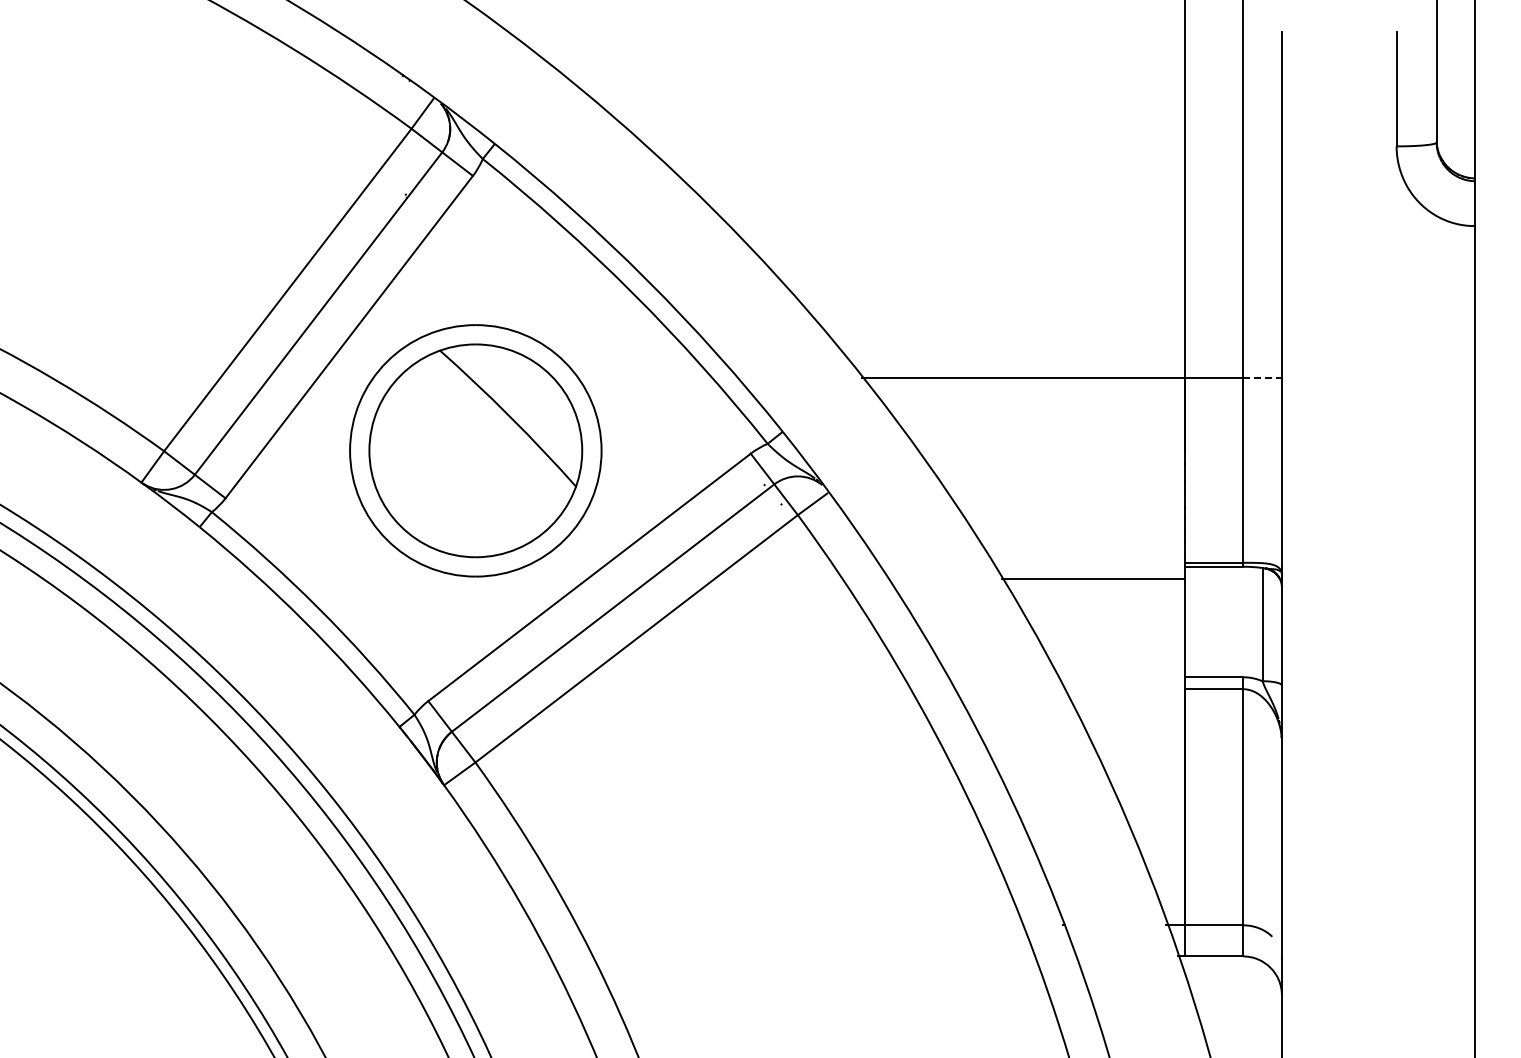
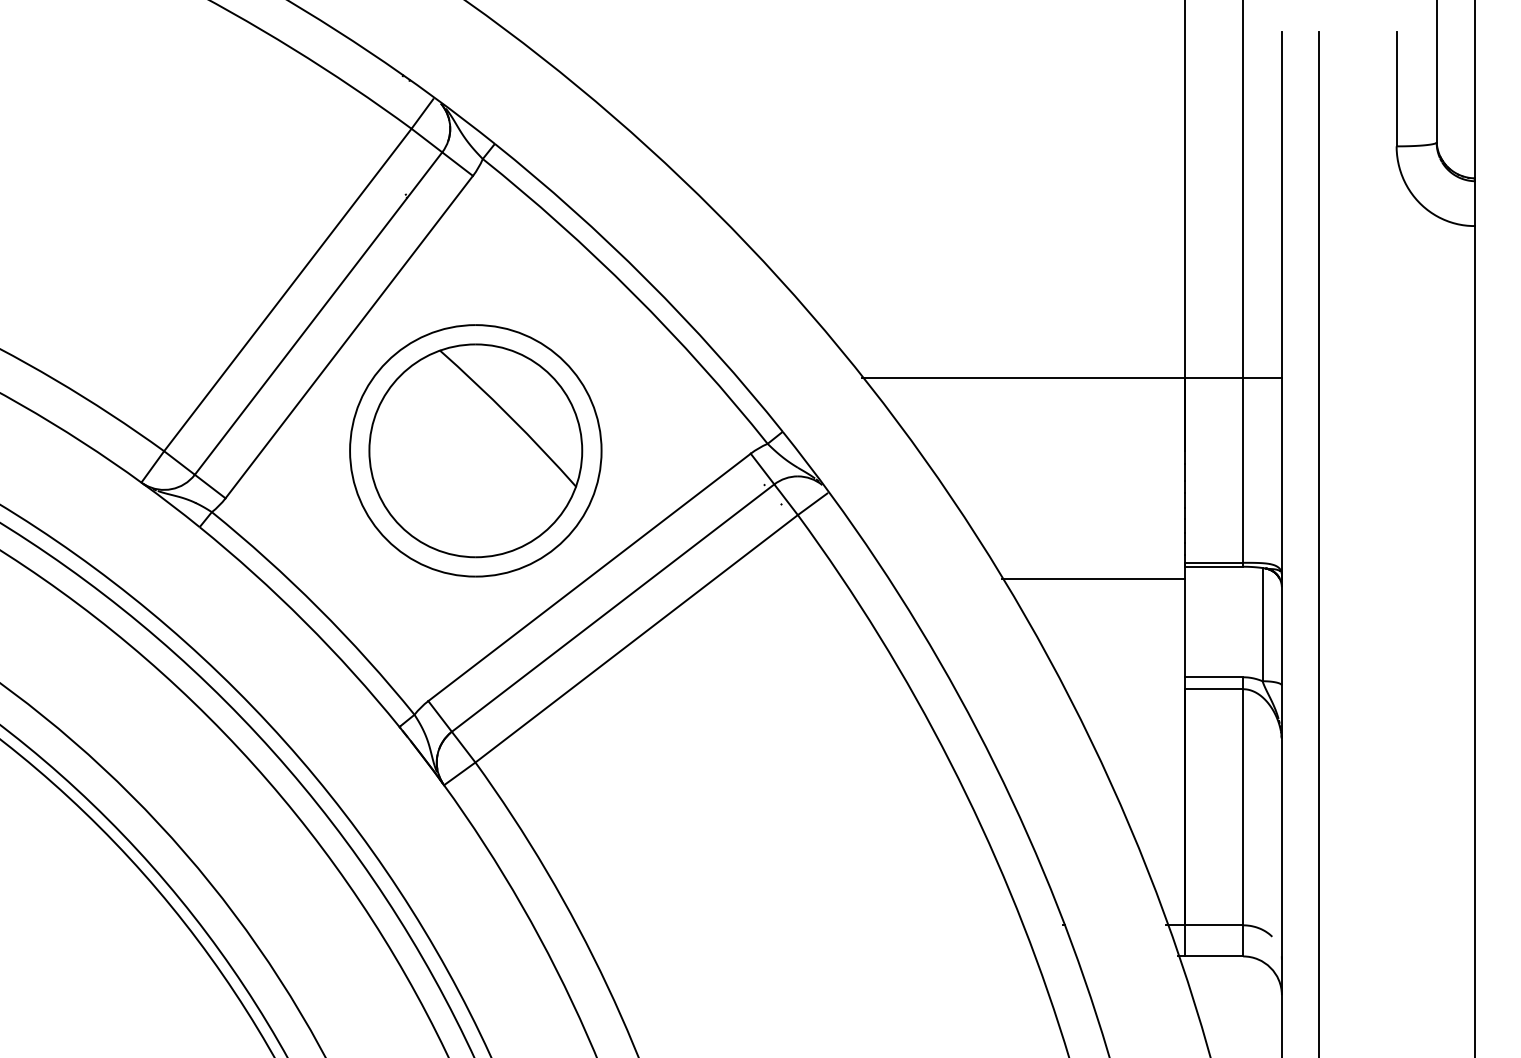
line at (1263, 378): dashed -> solid
line at (1319, 542): none -> present
